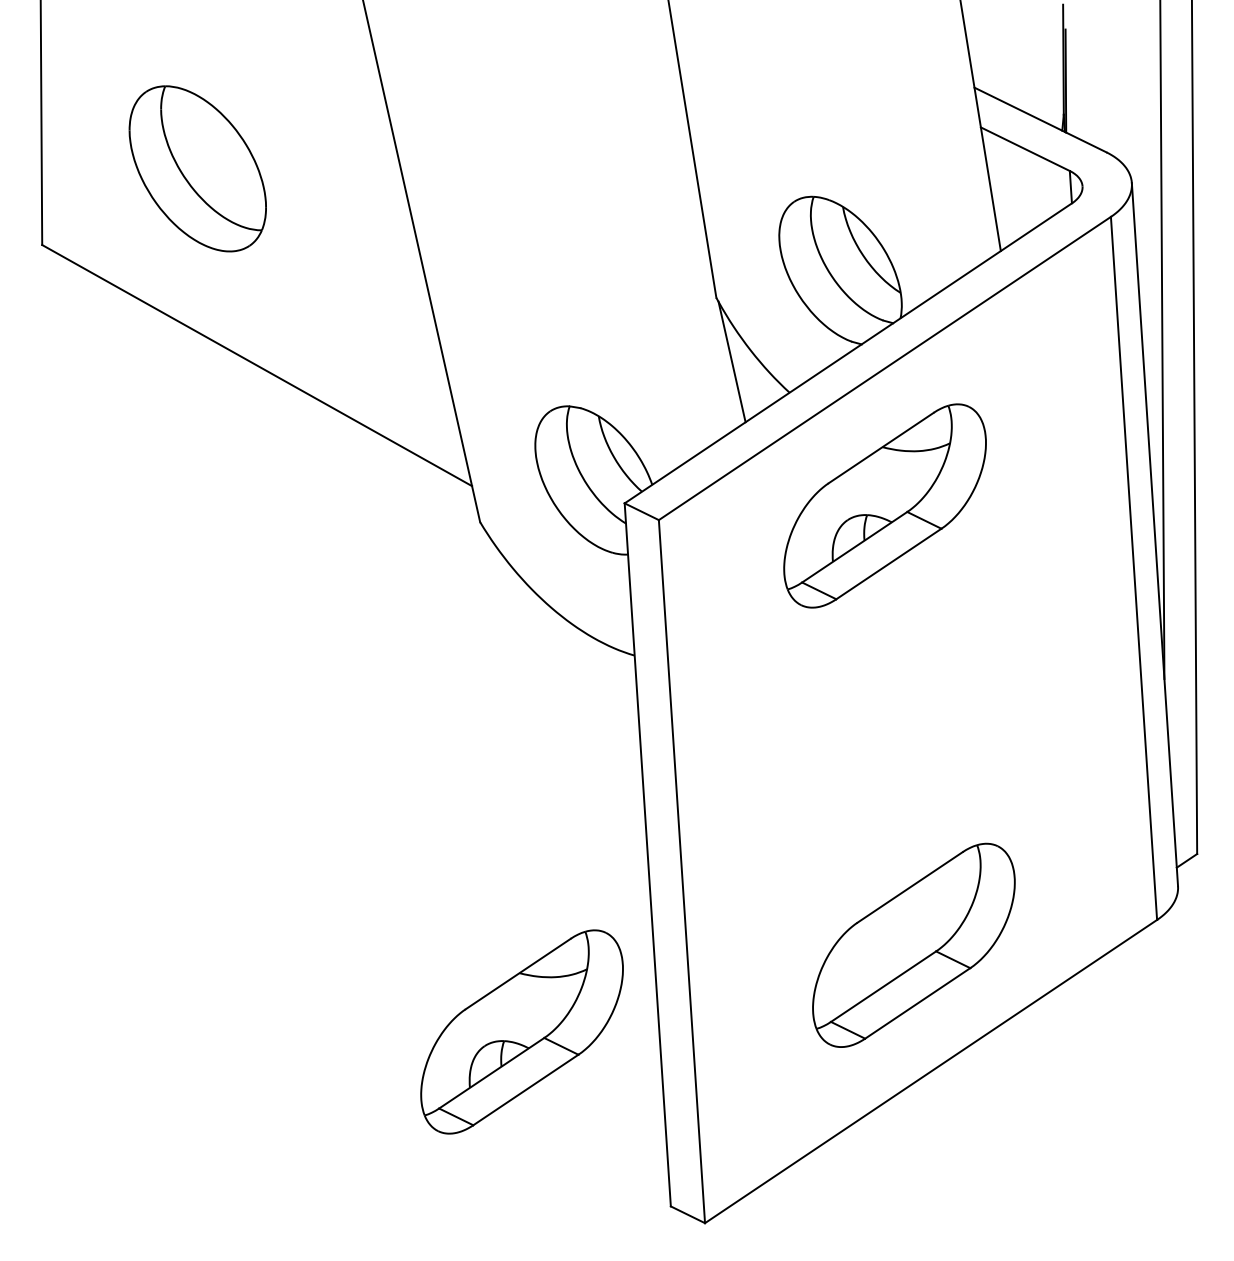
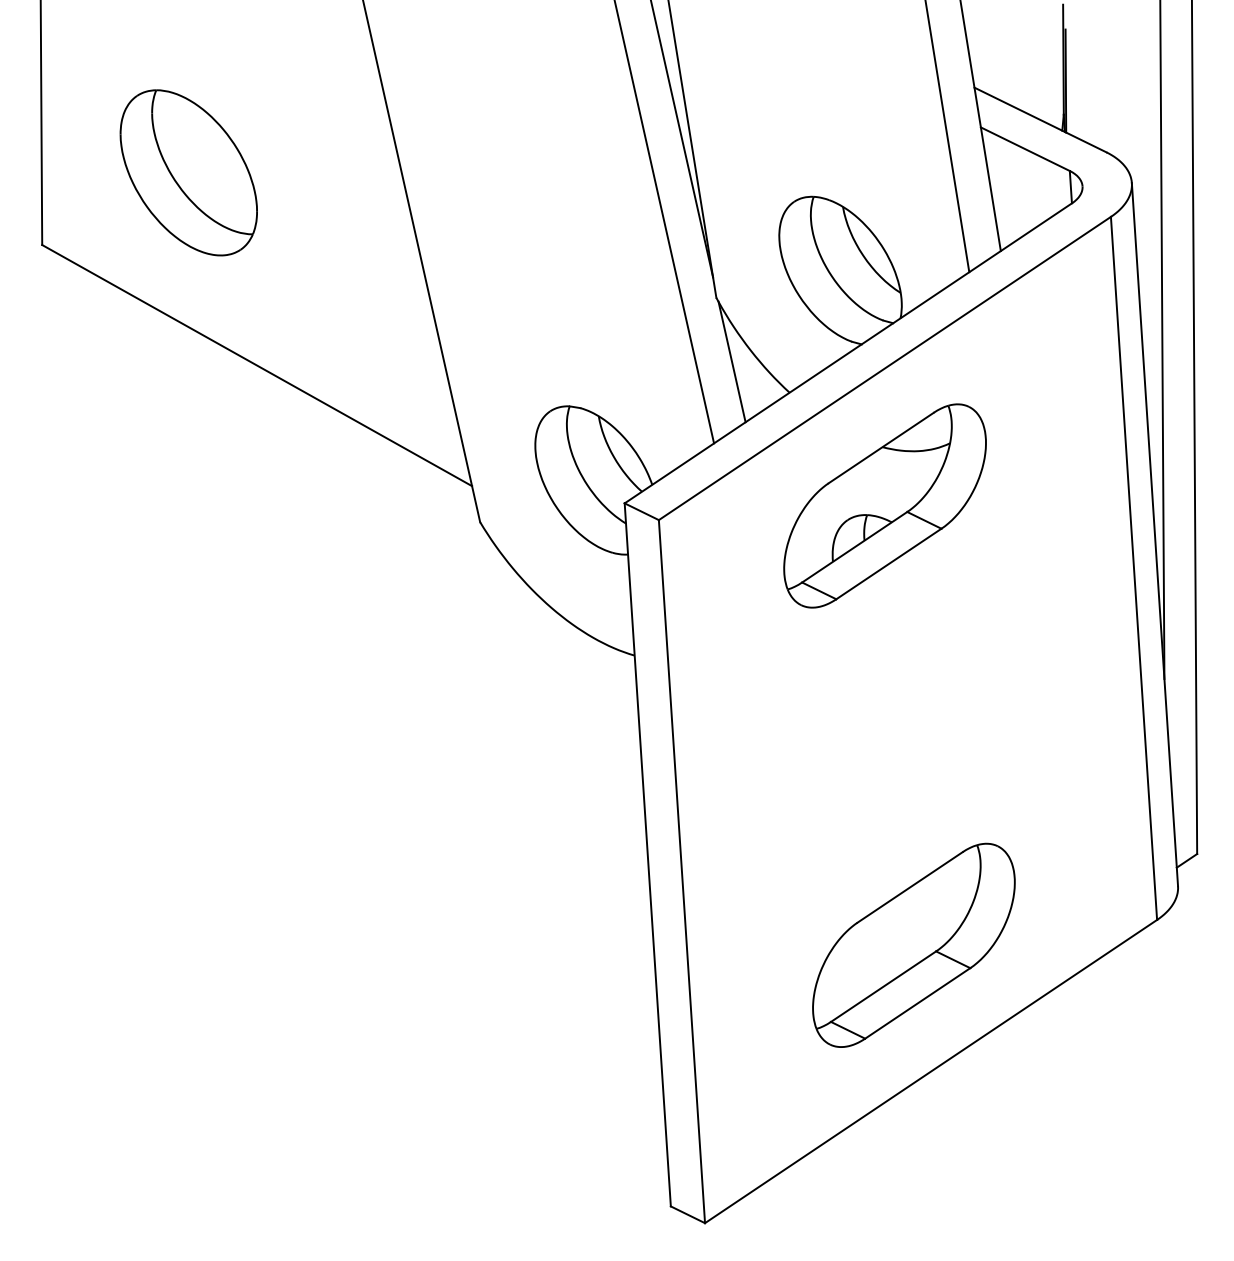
line at (947, 137): none -> present
line at (682, 139): none -> present
part at (197, 168) position: (197, 168) -> (188, 172)
line at (664, 222): none -> present
part at (521, 1031): present -> none
